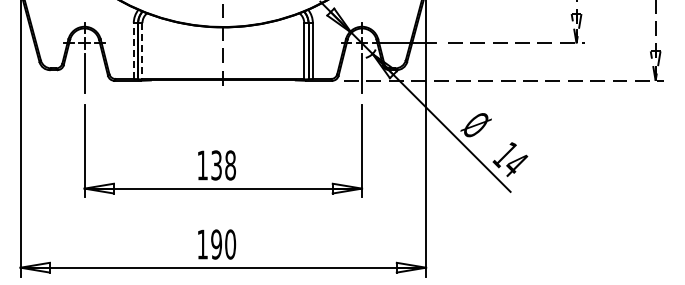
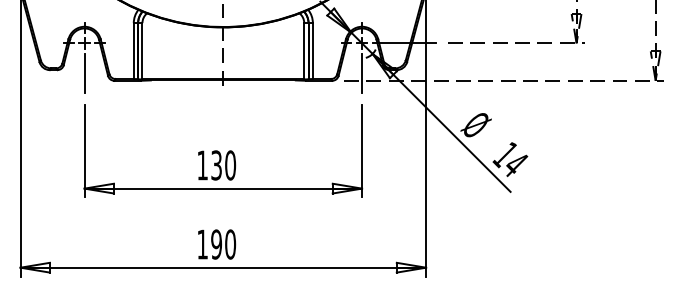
line at (133, 51): dashed -> solid
line at (142, 51): dashed -> solid
text at (230, 165): 138 -> 130
